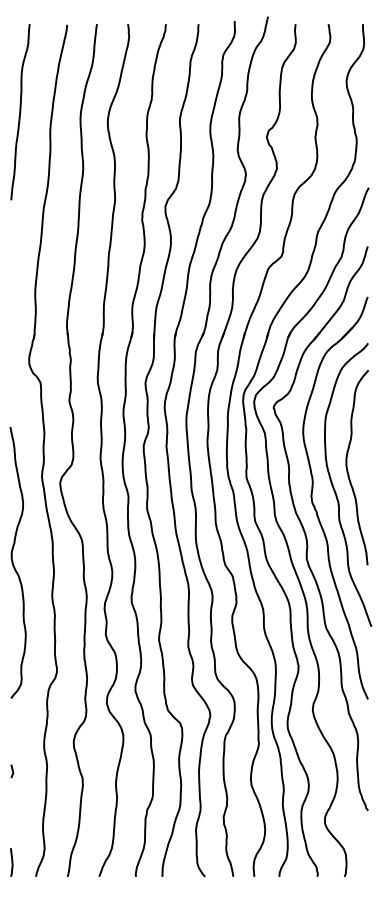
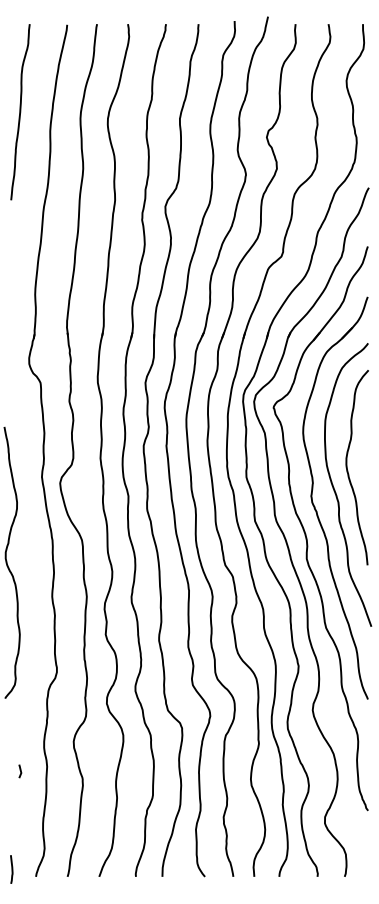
curve at (13, 562) position: (13, 562) -> (7, 562)
curve at (12, 771) position: (12, 771) -> (20, 771)
line at (11, 862) position: (11, 862) -> (11, 869)
